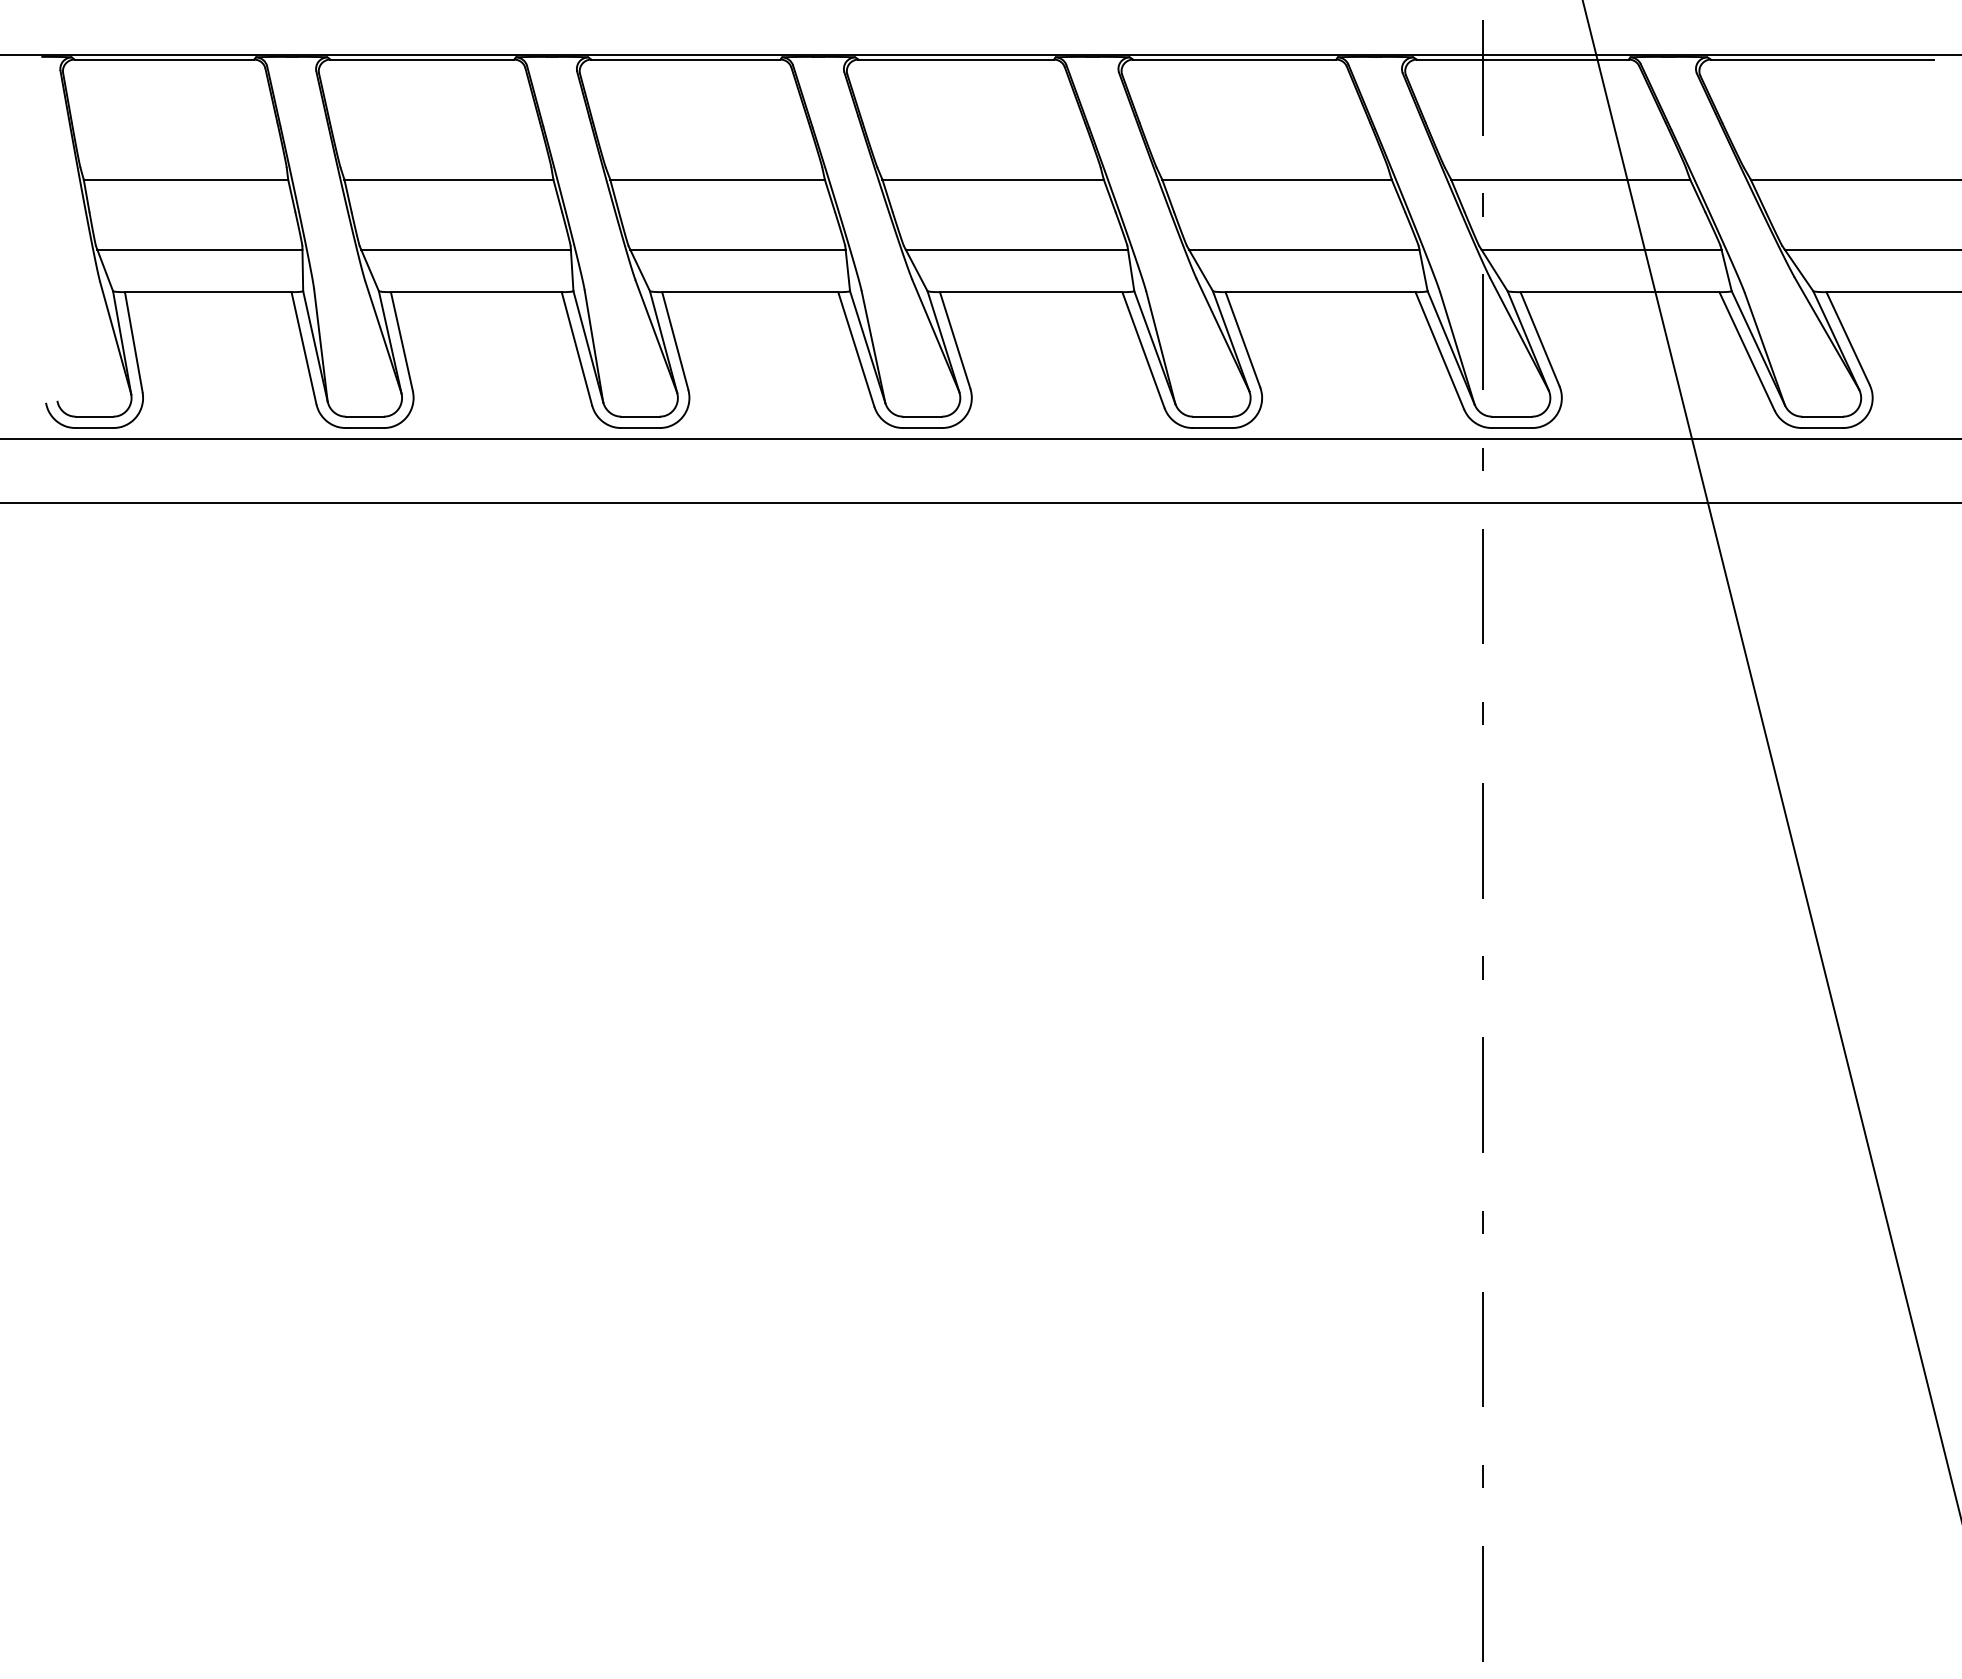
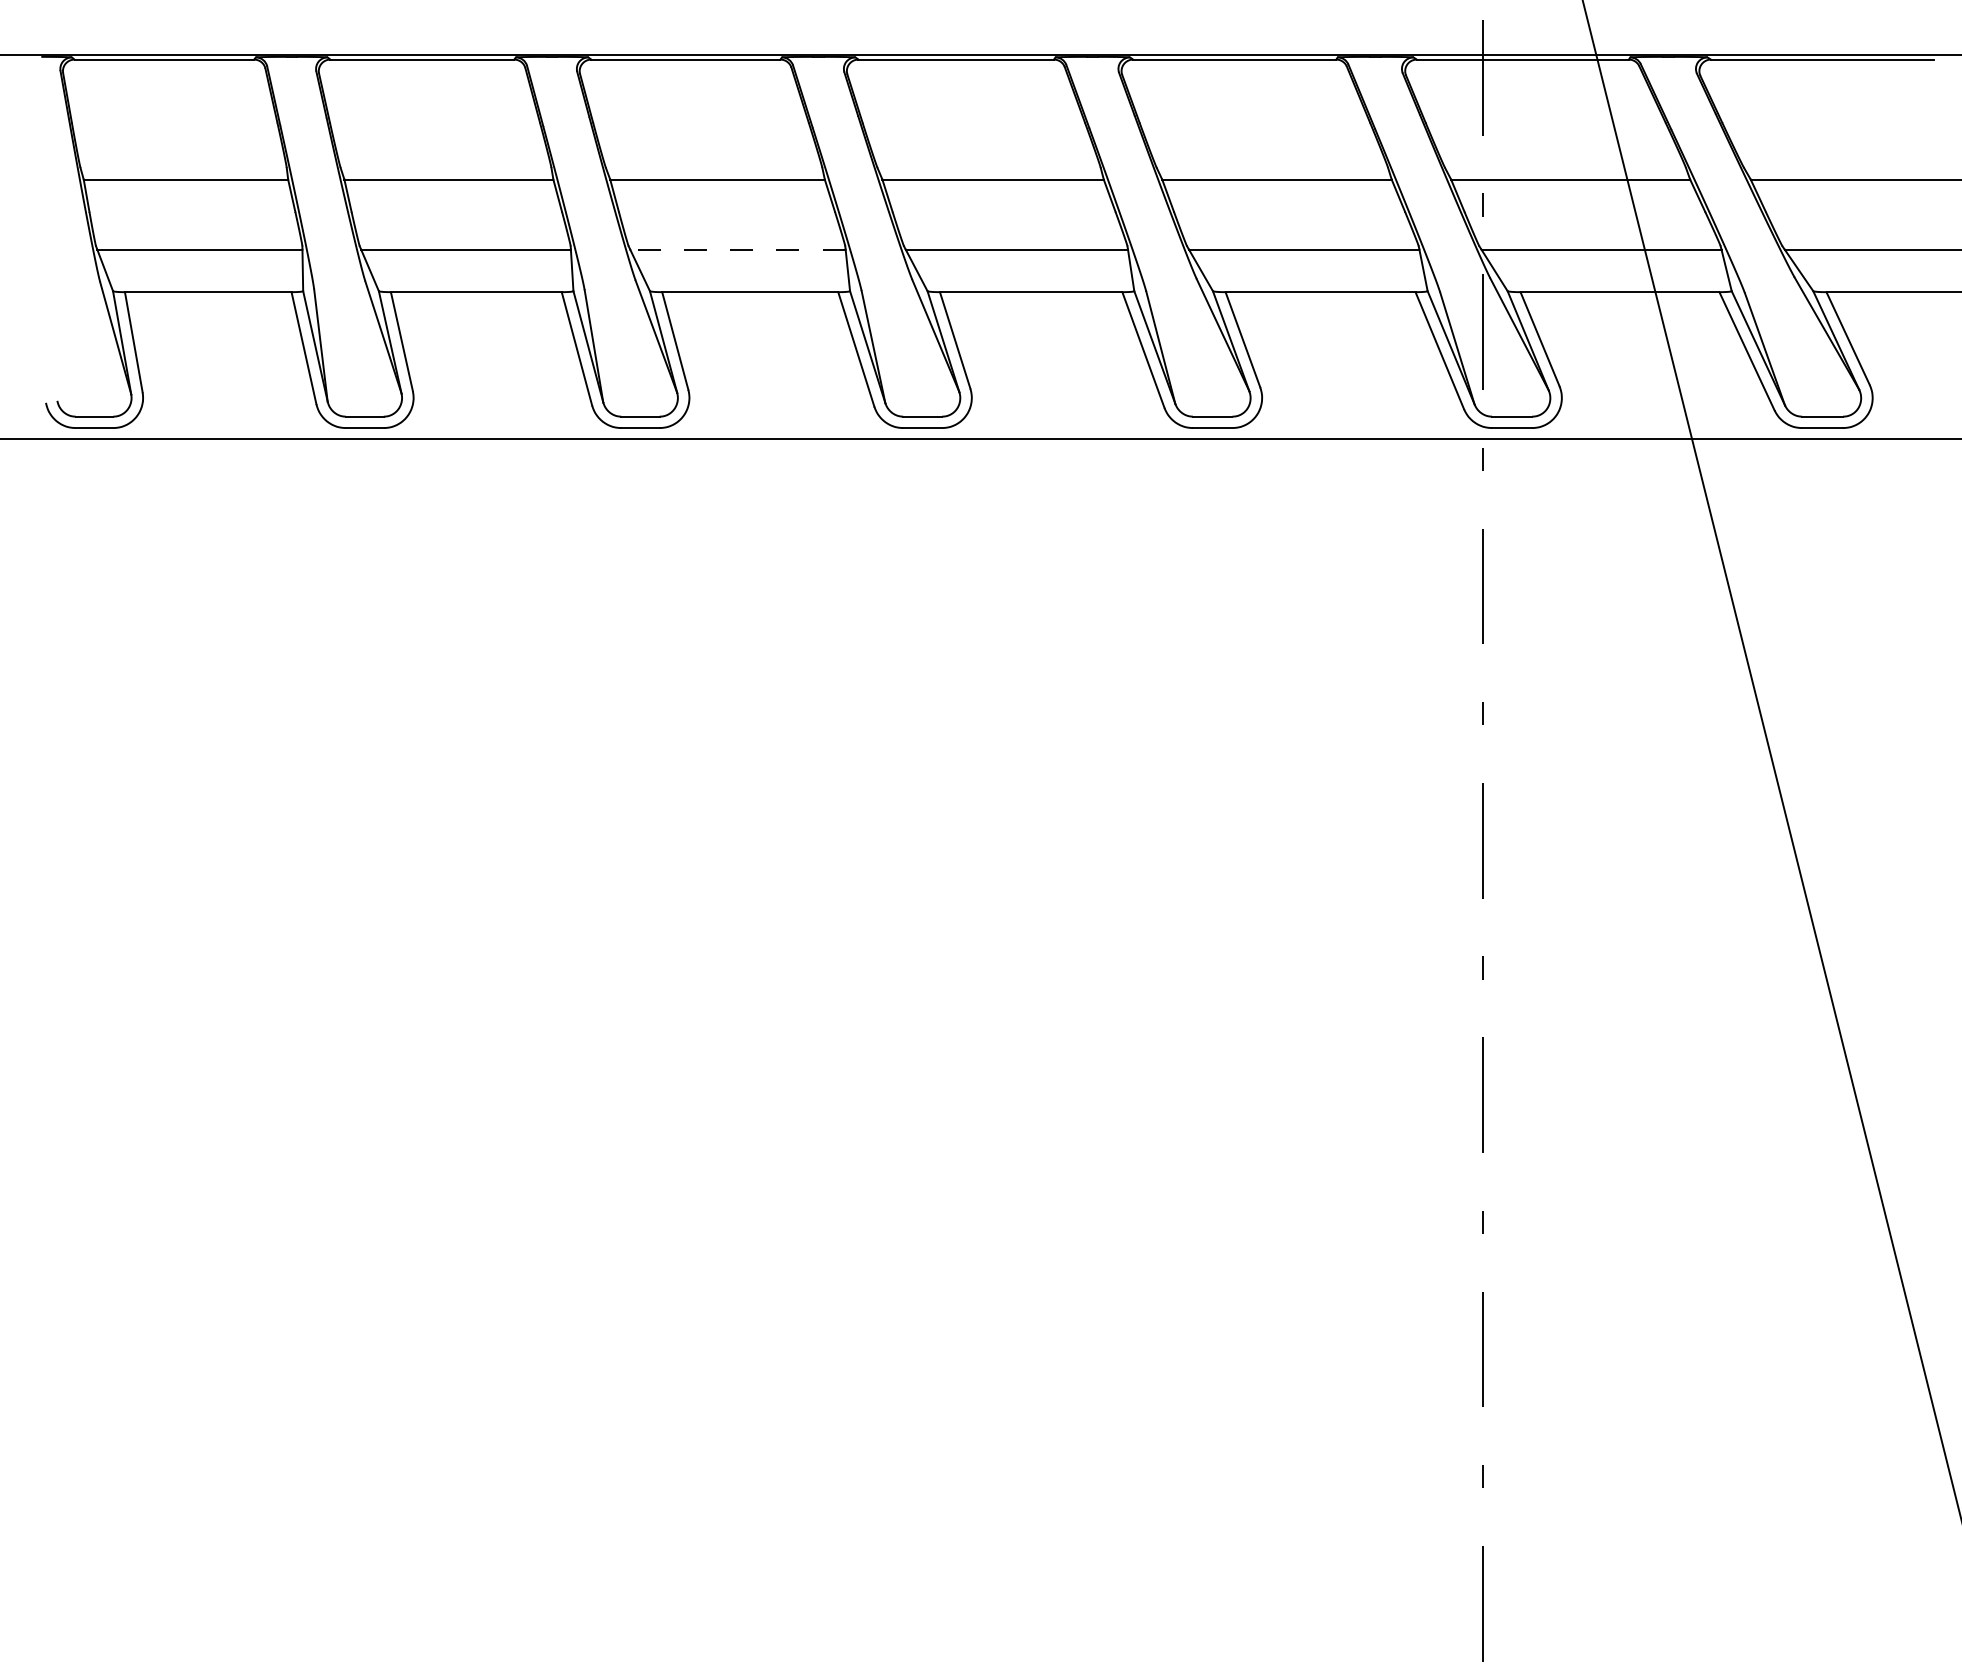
line at (737, 249): solid -> dashed
line at (980, 502): present -> none
